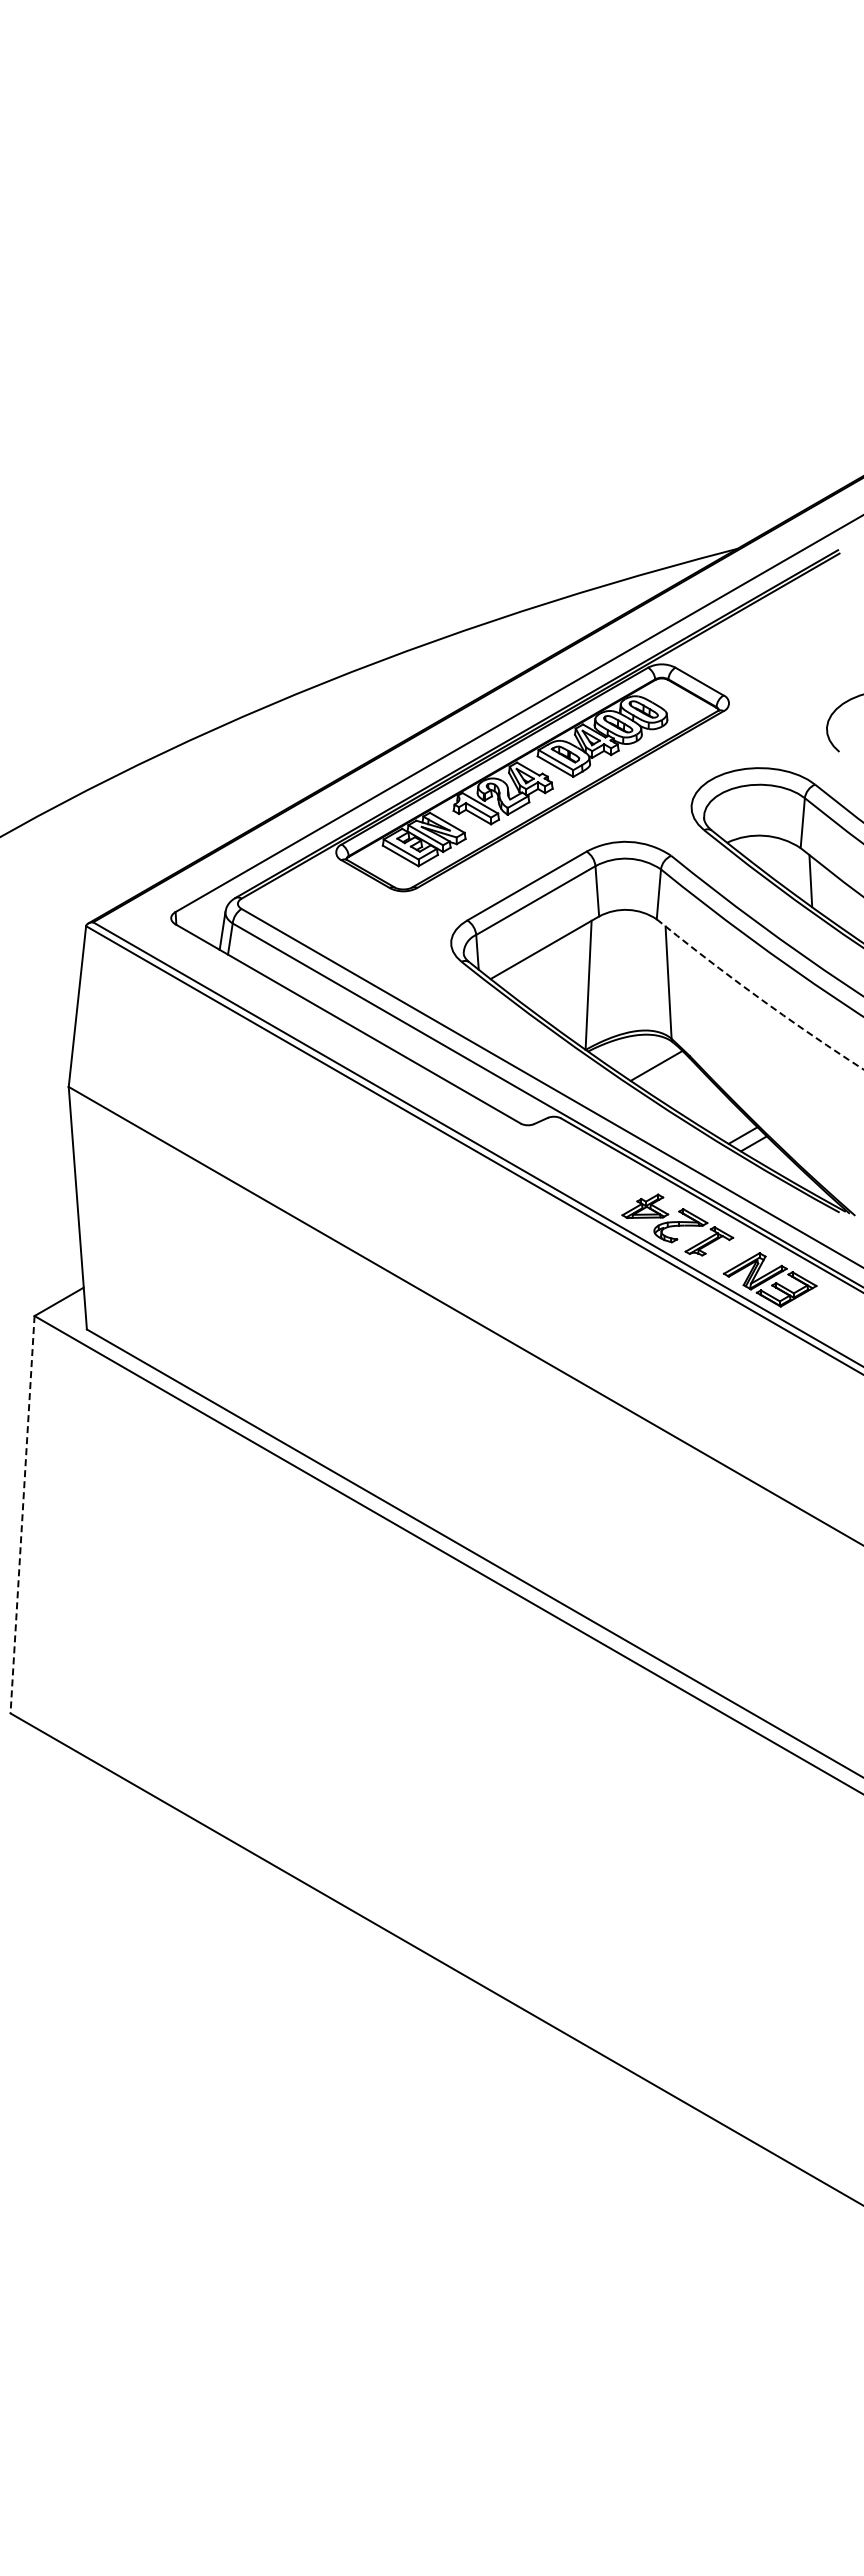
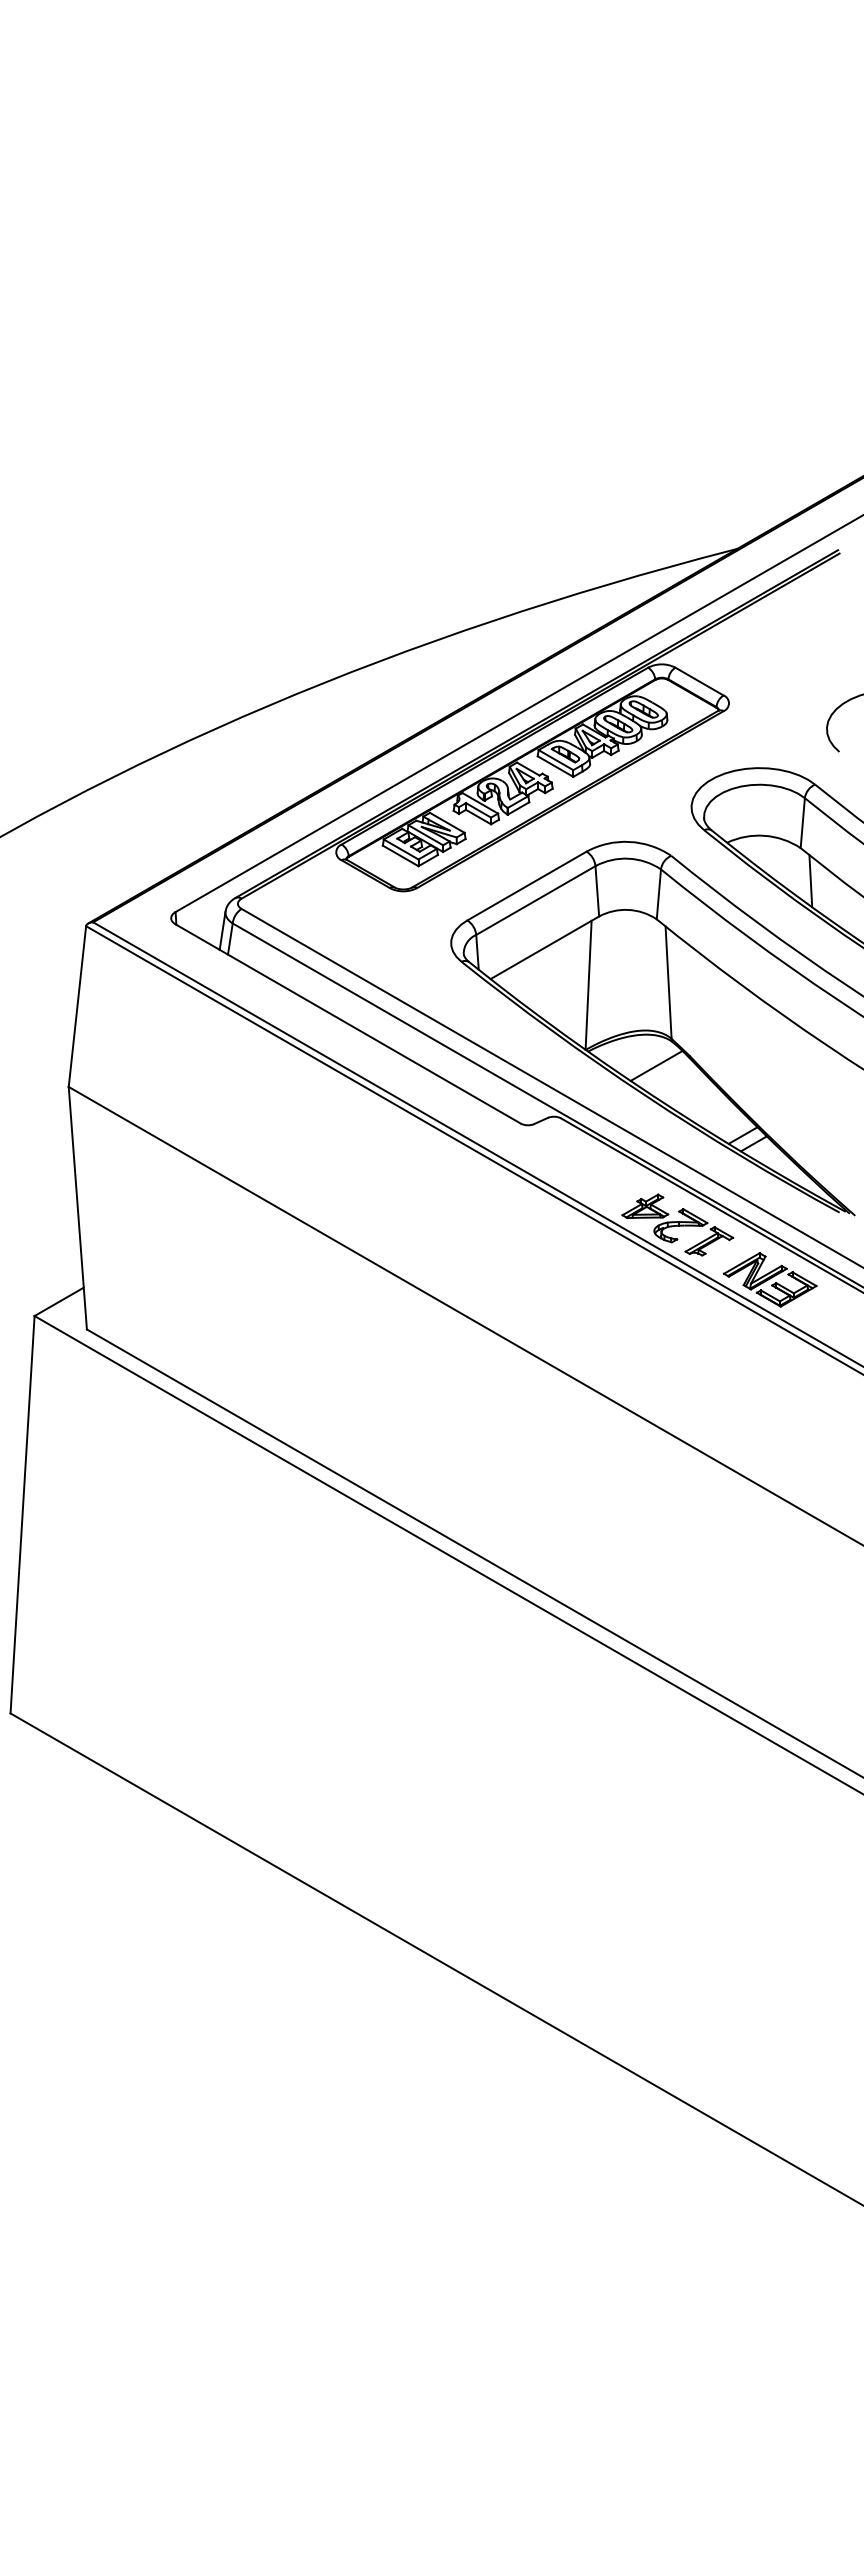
arc at (758, 997): dashed -> solid
line at (22, 1515): dashed -> solid
